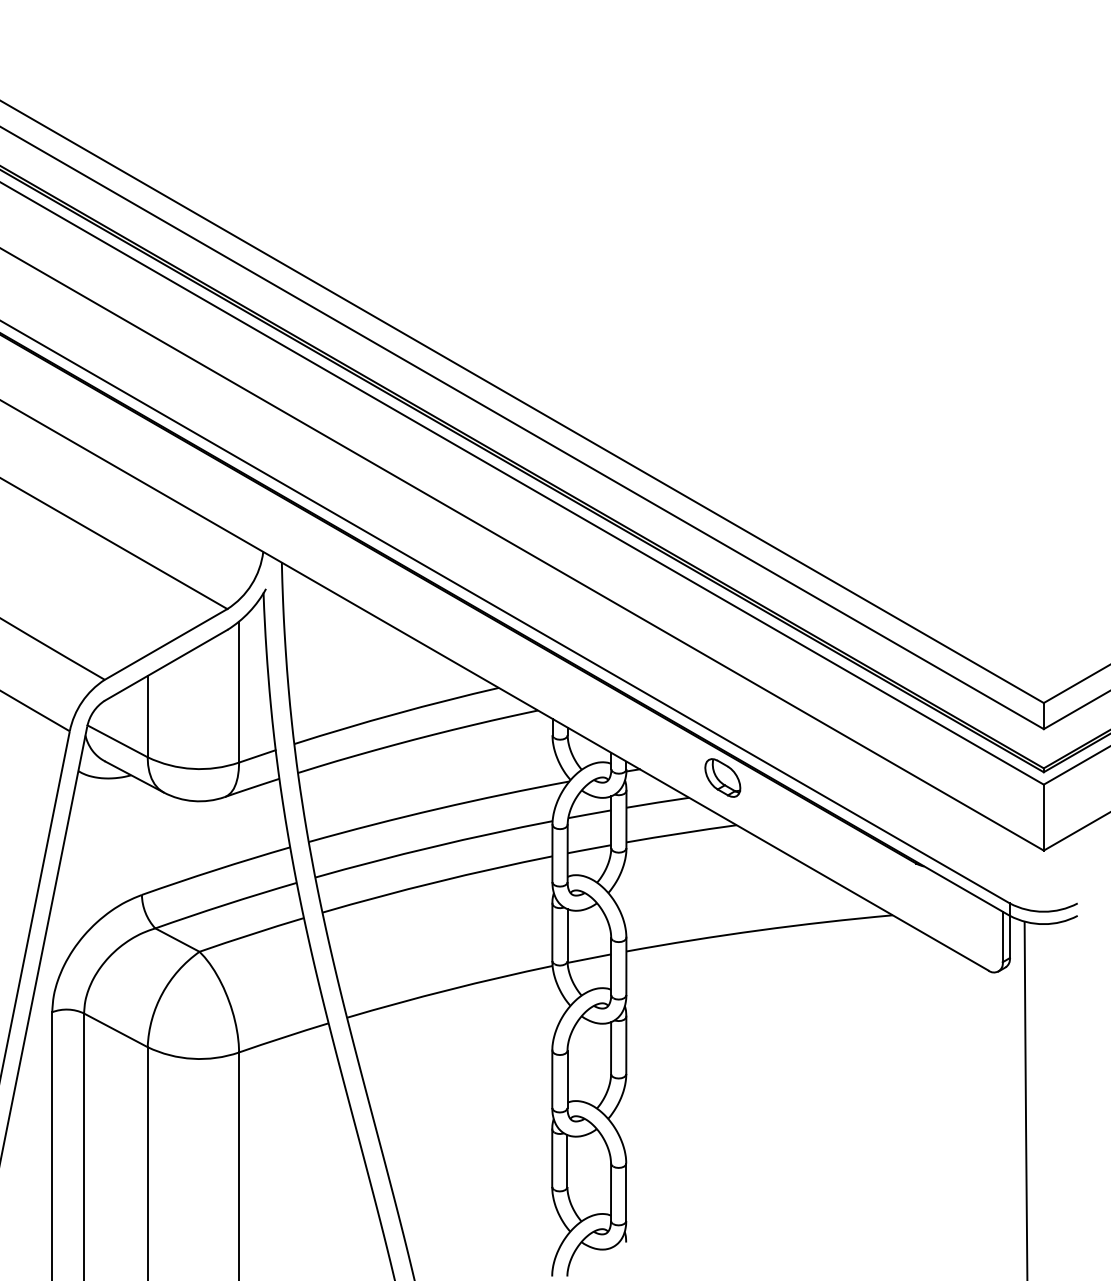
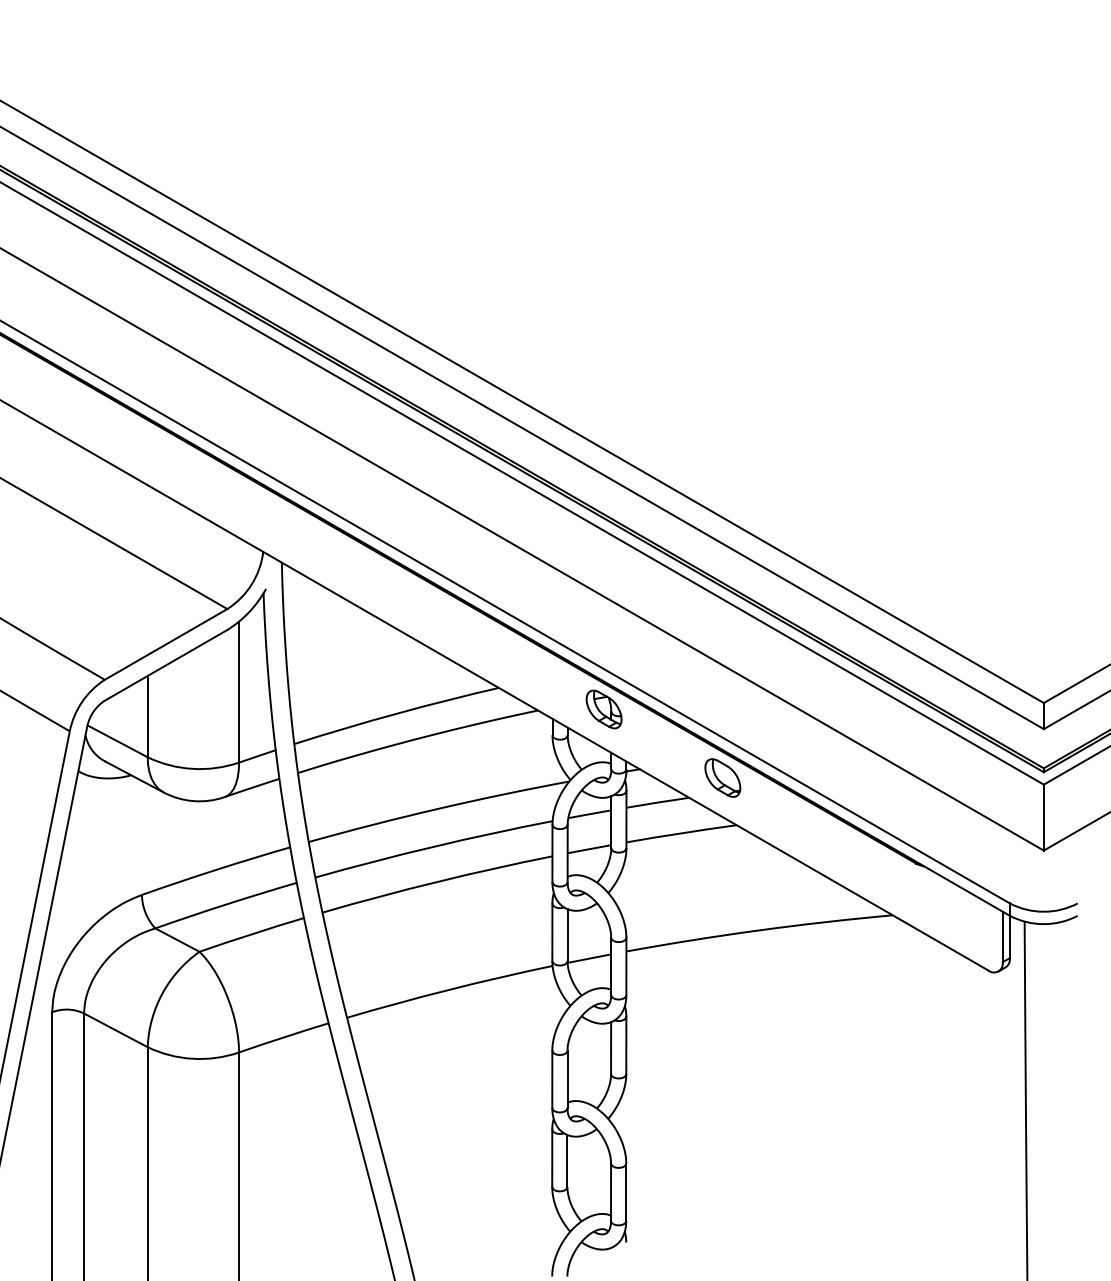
part at (603, 709): none -> present
